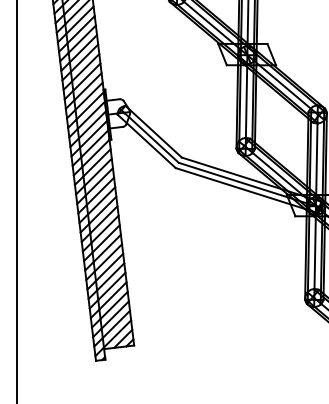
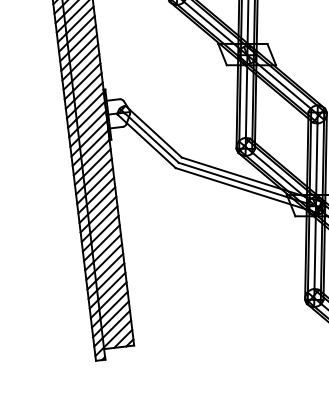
line at (16, 201): present -> none
